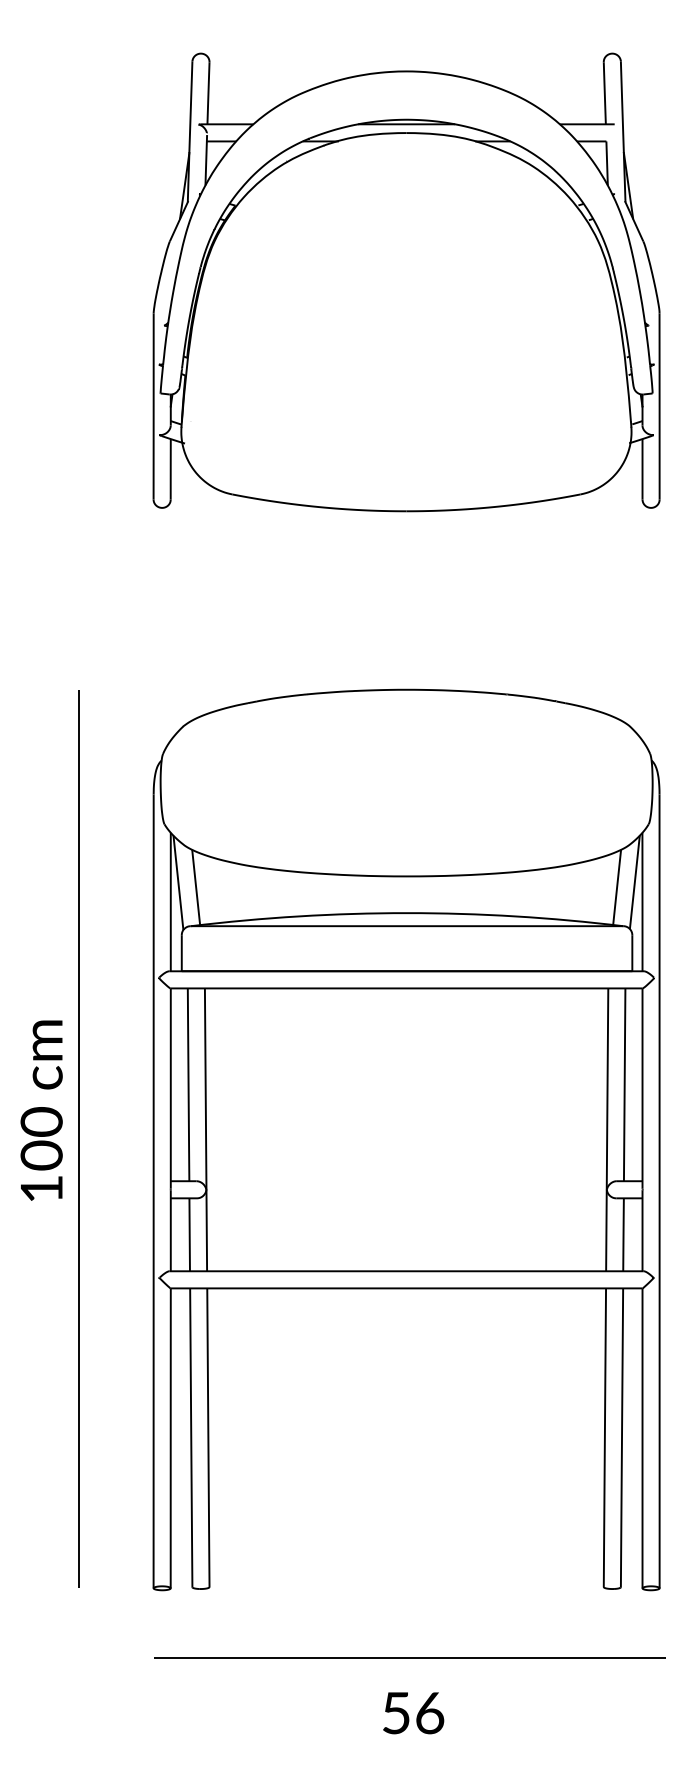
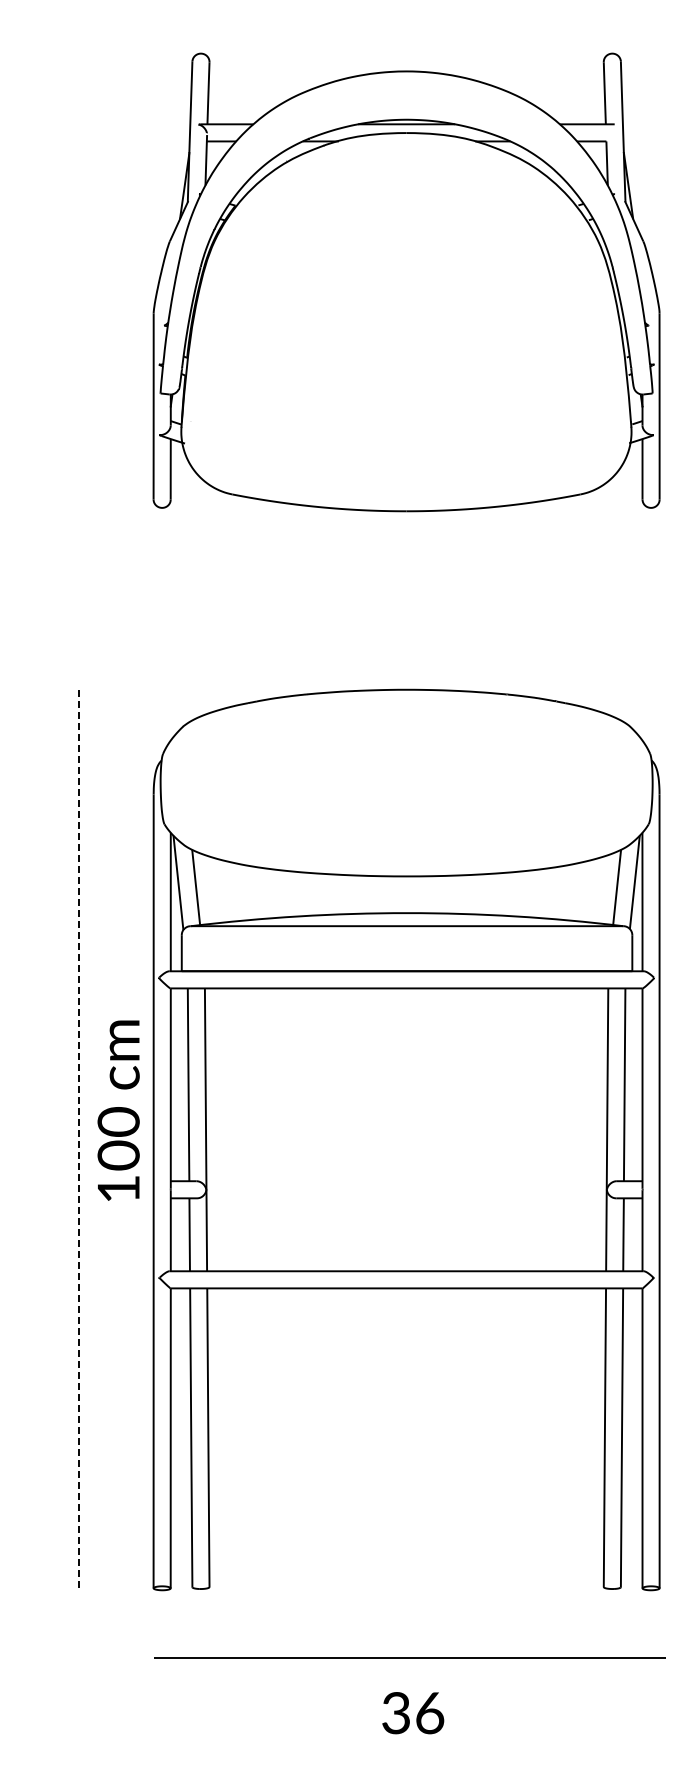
text at (41, 1110) position: (41, 1110) -> (118, 1110)
line at (79, 1139): solid -> dashed
text at (395, 1713): 56 -> 36
